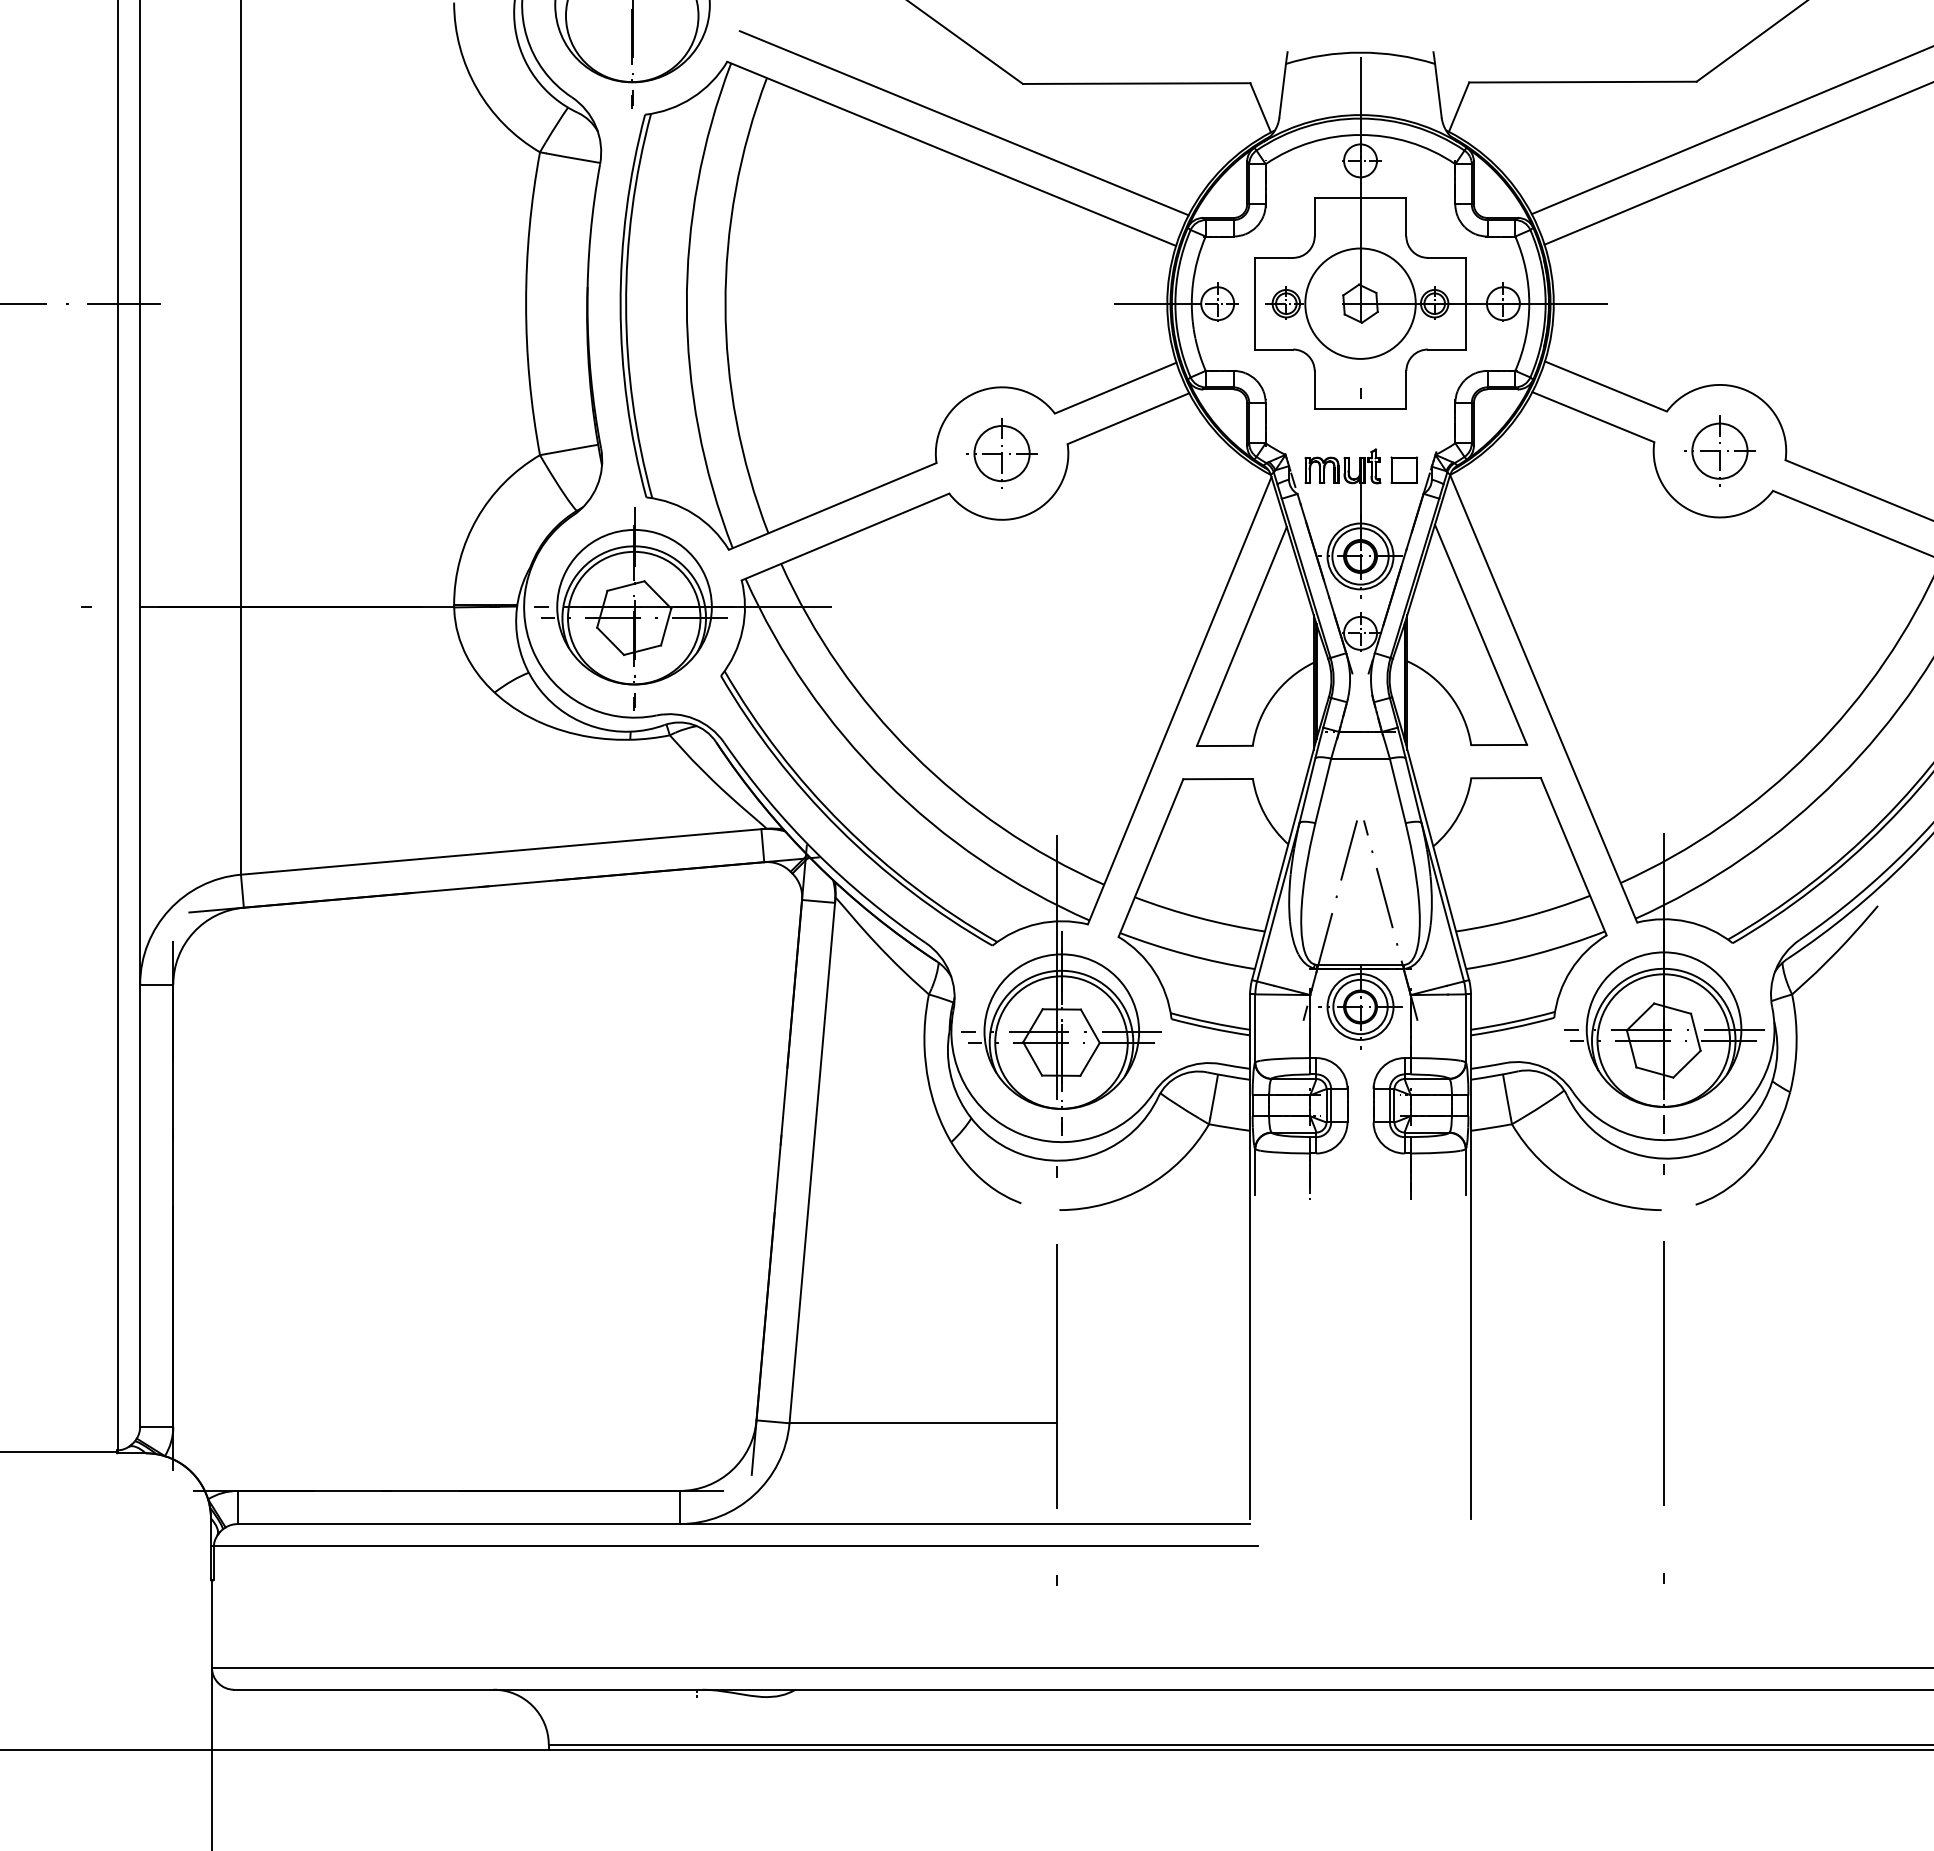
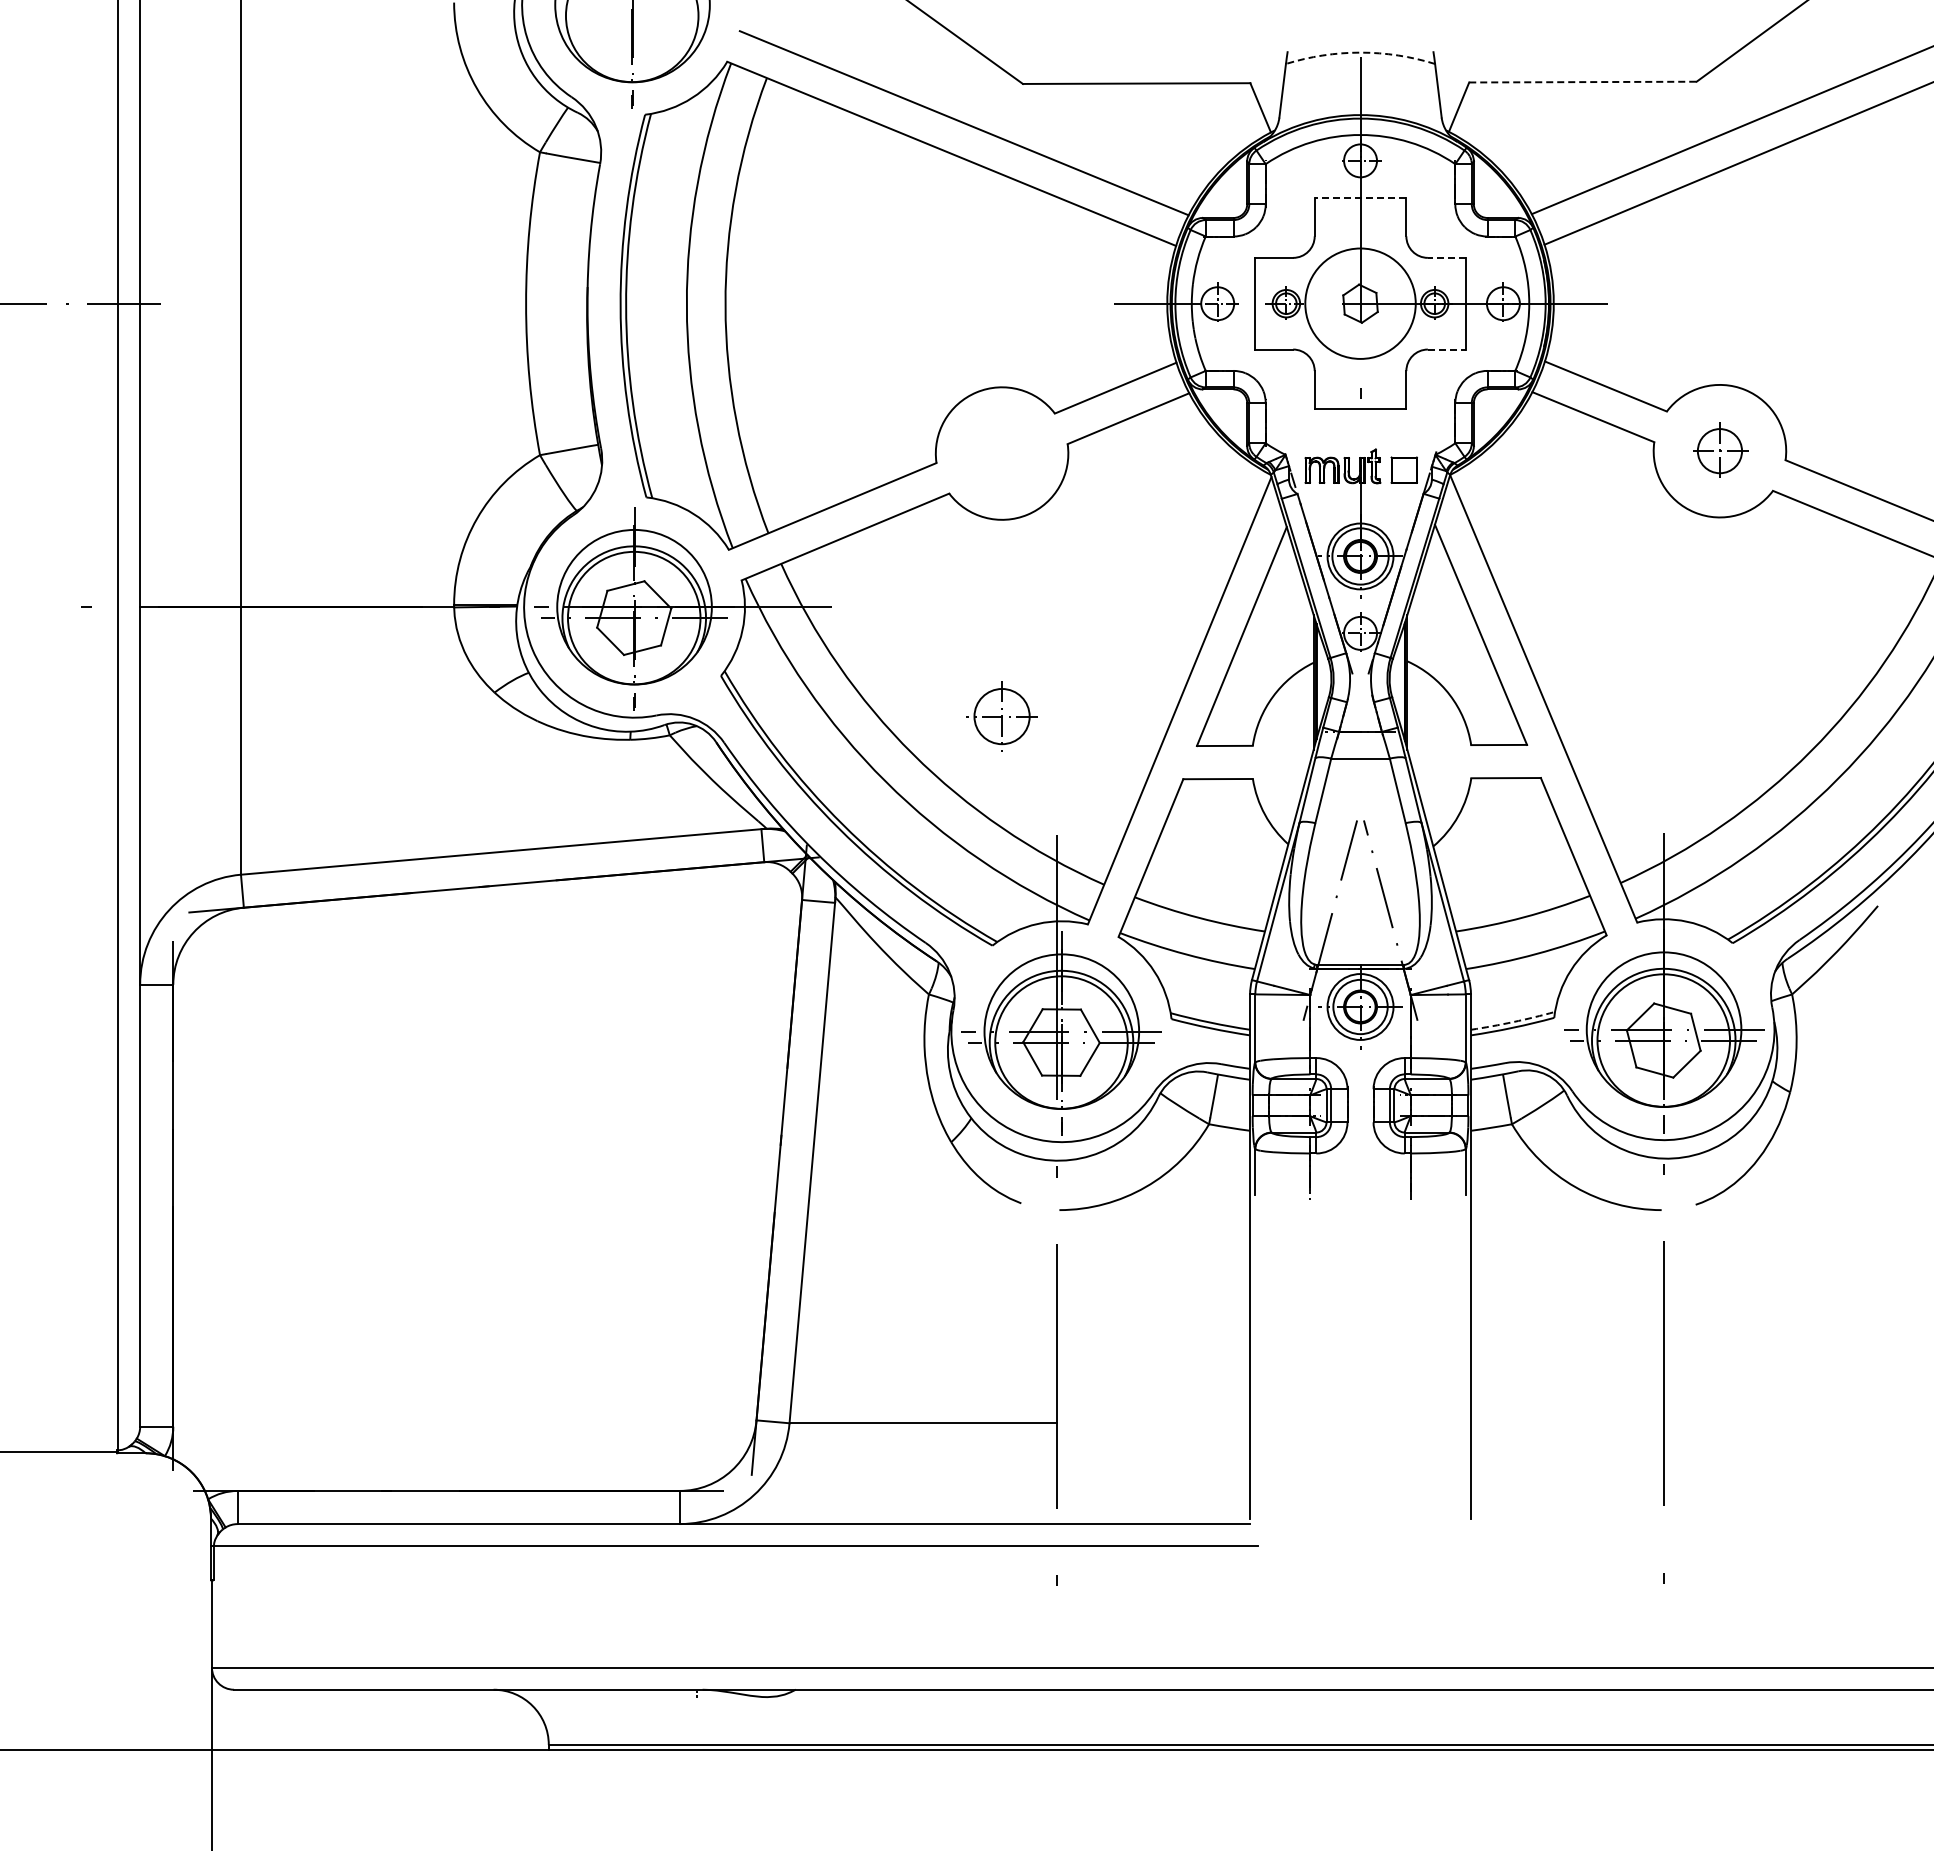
arc at (1360, 52): solid -> dashed
line at (1582, 82): solid -> dashed
line at (1360, 198): solid -> dashed
line at (1446, 257): solid -> dashed
line at (1447, 349): solid -> dashed
part at (1719, 450) size: 72x72 px -> 56x56 px
part at (1001, 453) position: (1001, 453) -> (1001, 716)
arc at (1513, 1022): solid -> dashed
